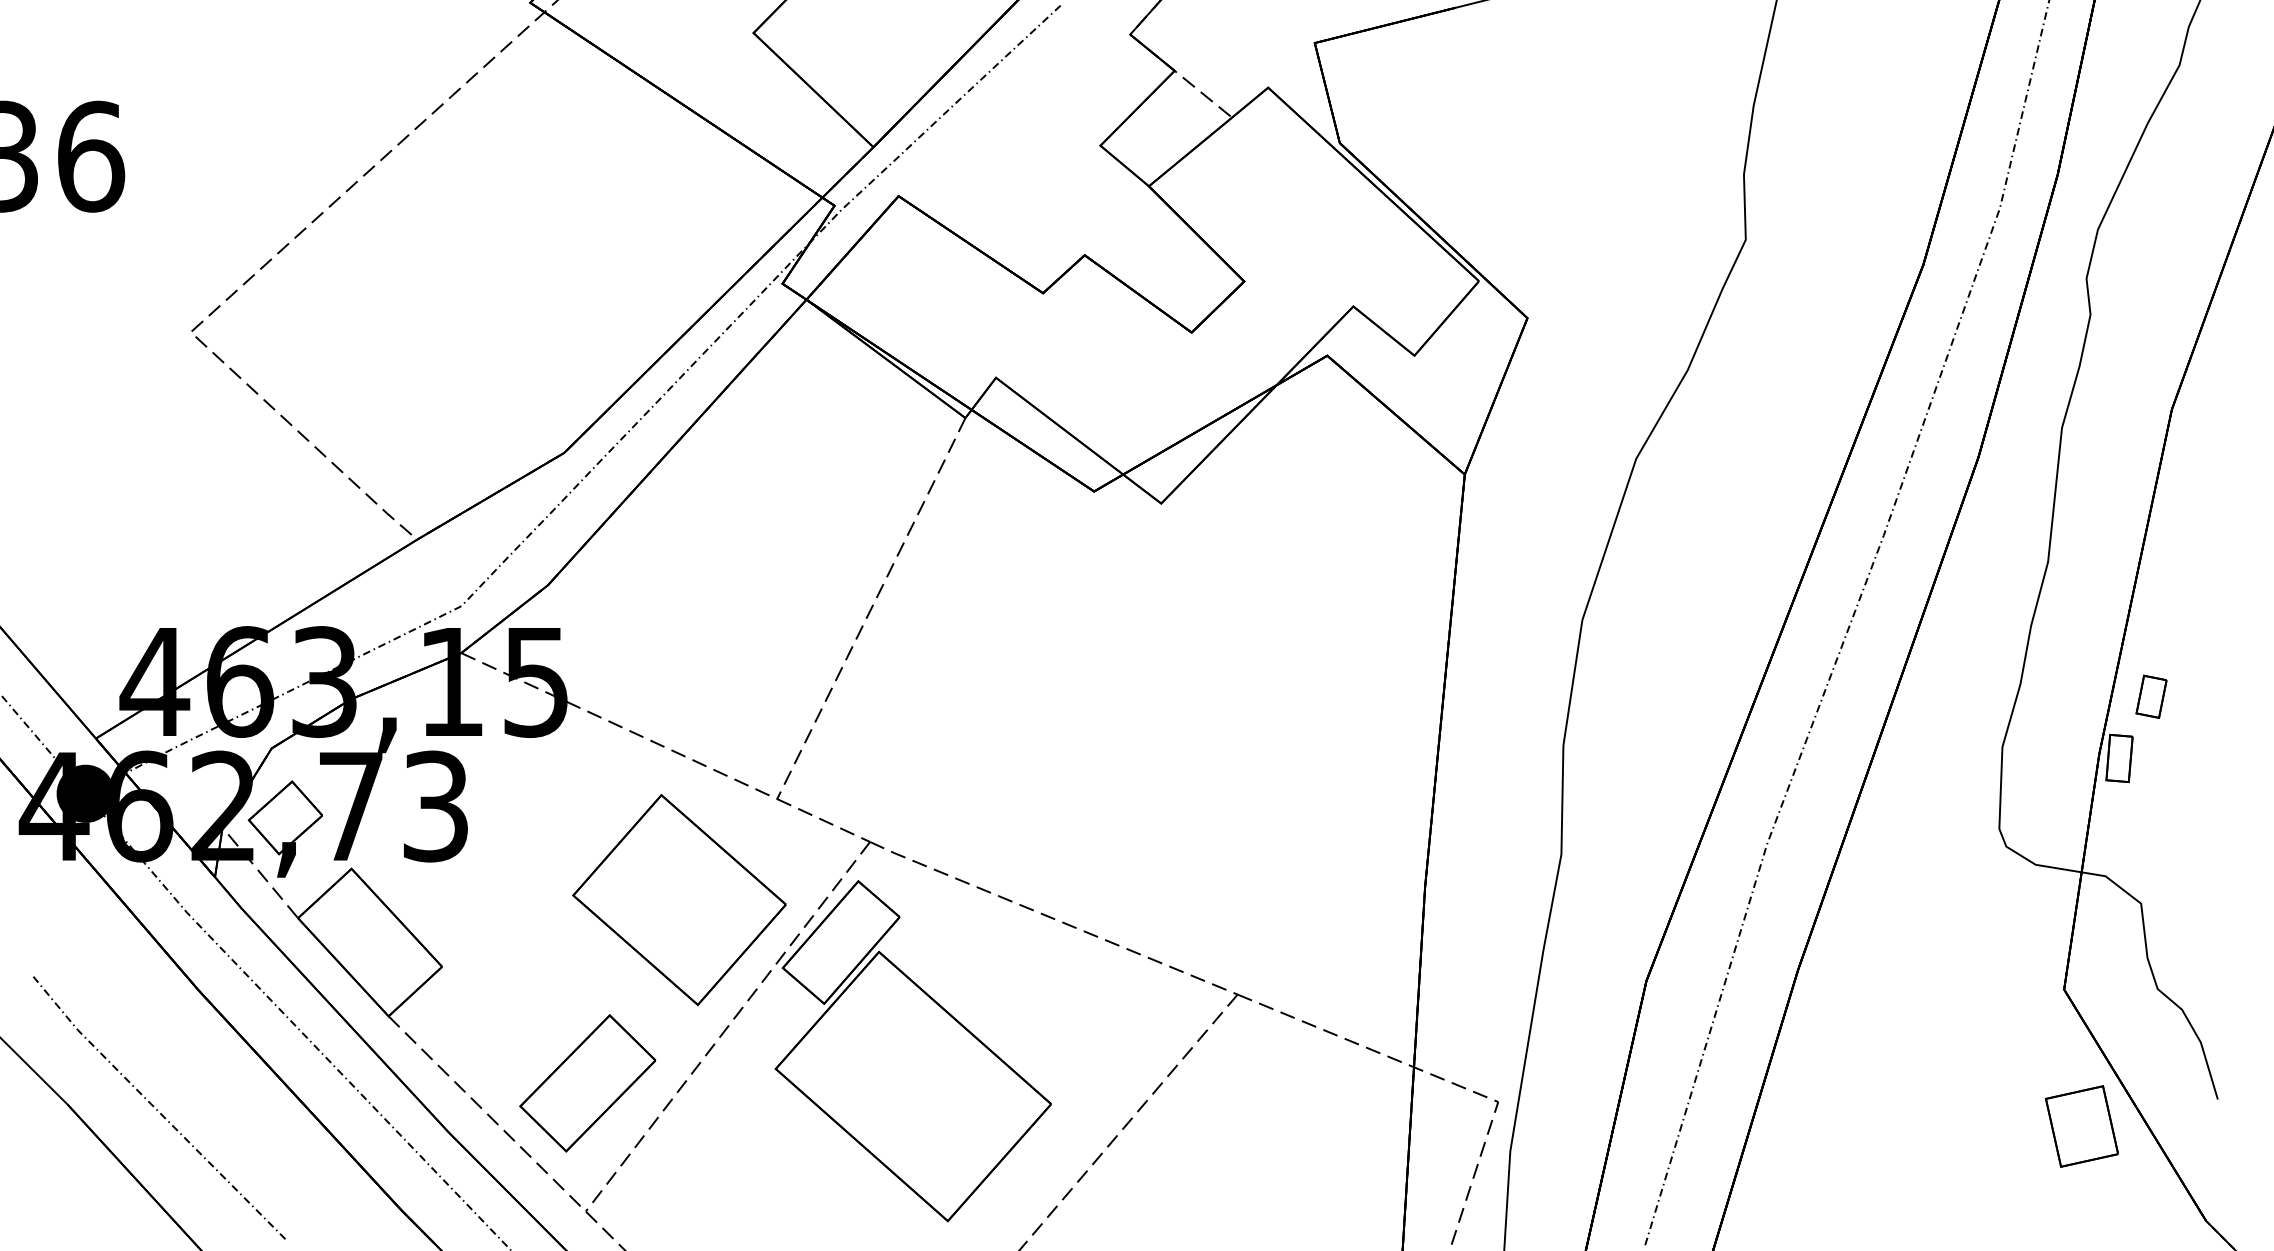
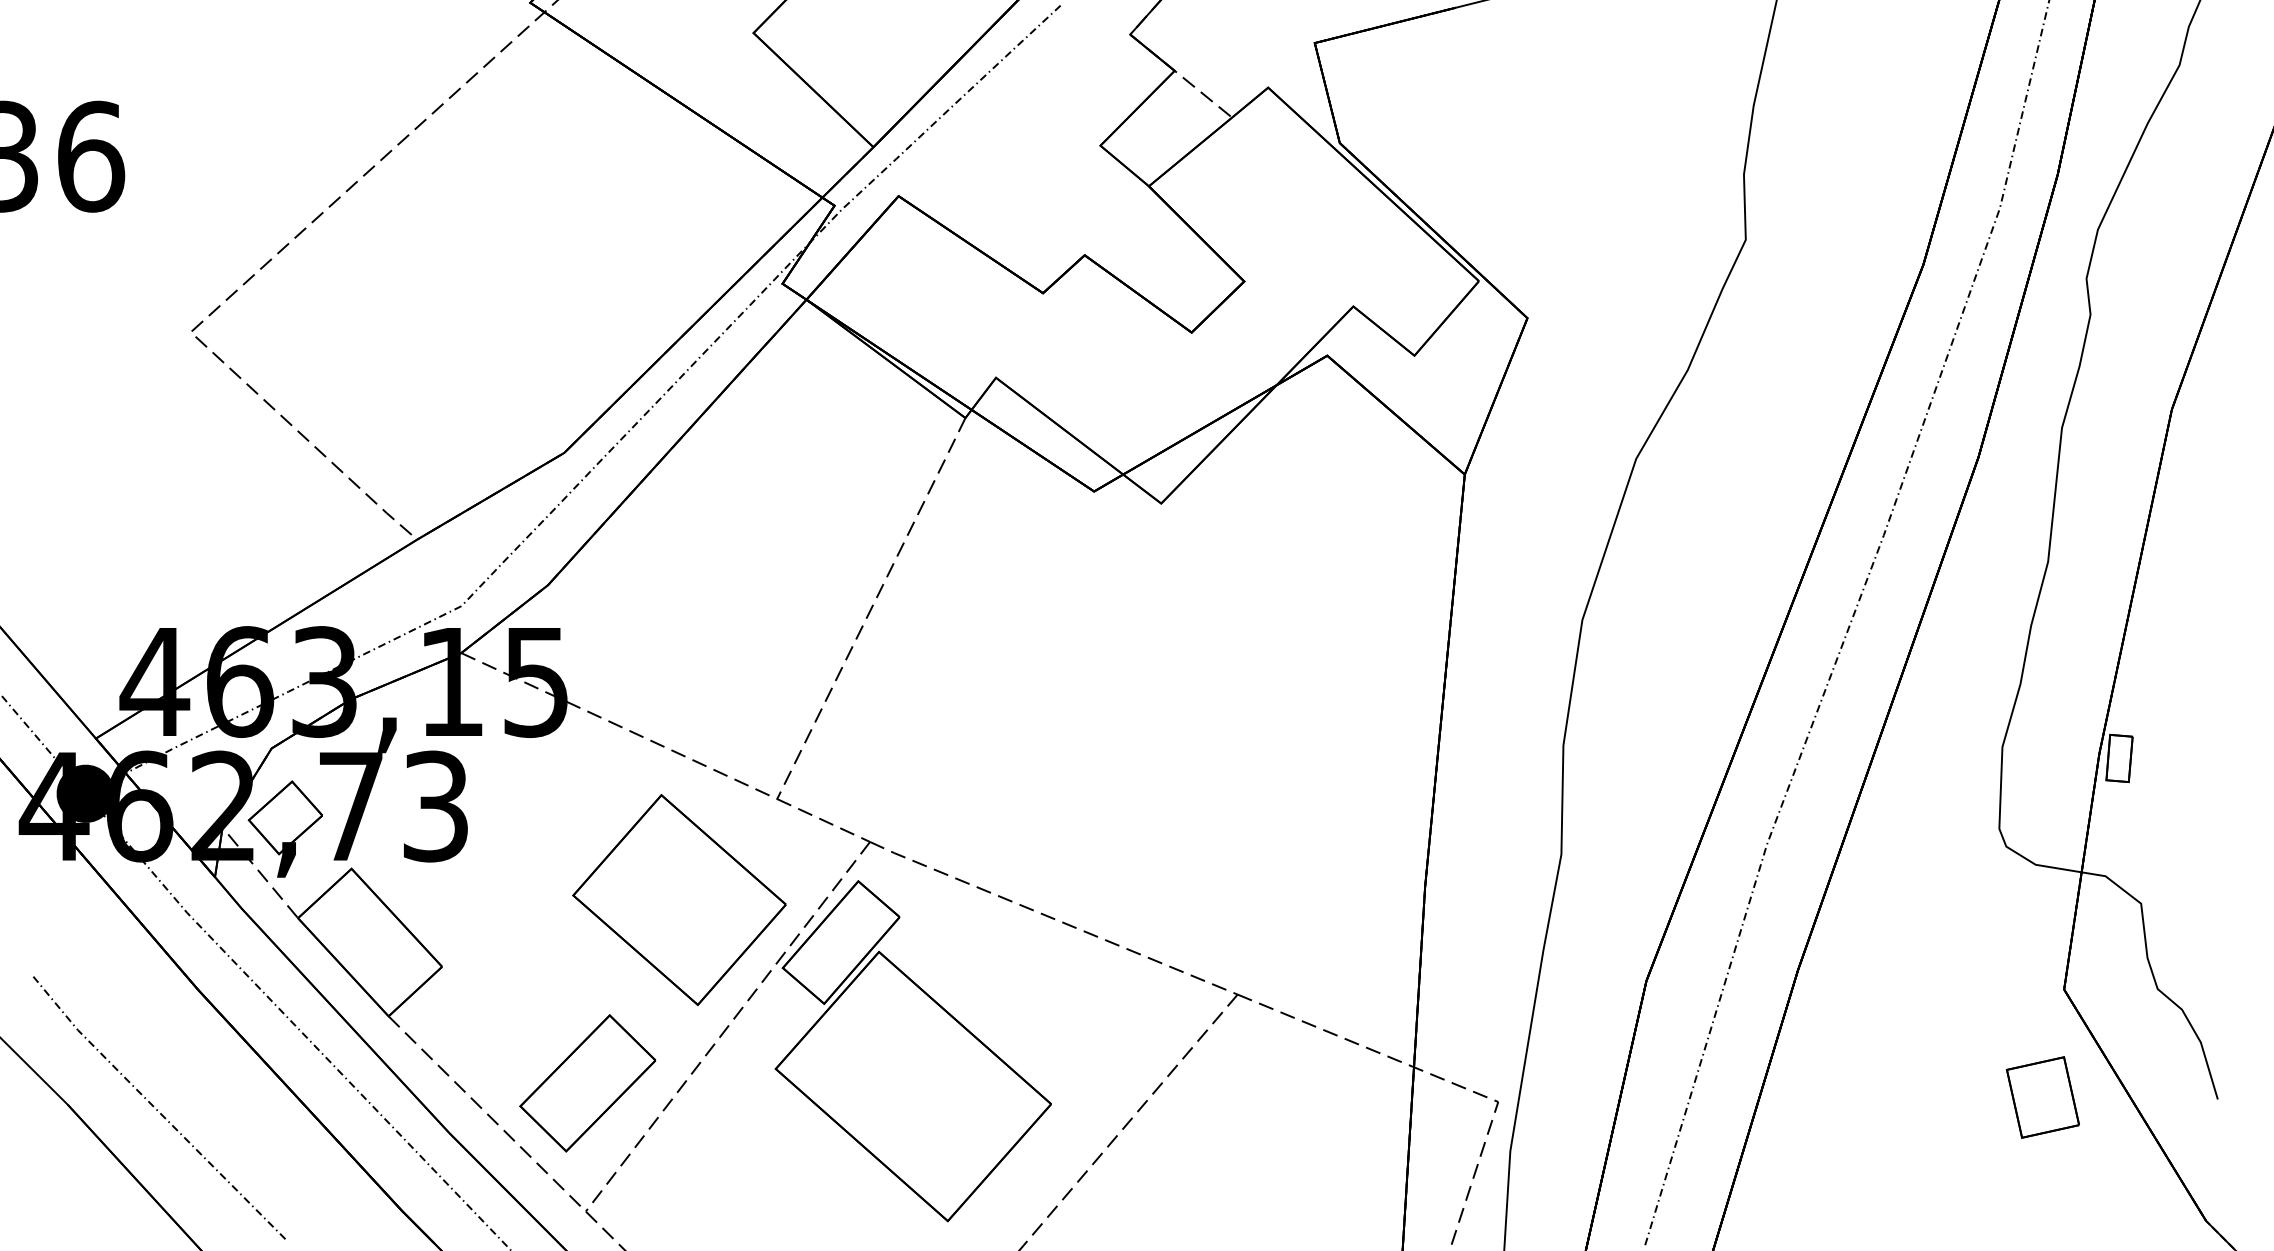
part at (2151, 696): present -> none
part at (2081, 1126) position: (2081, 1126) -> (2042, 1097)
